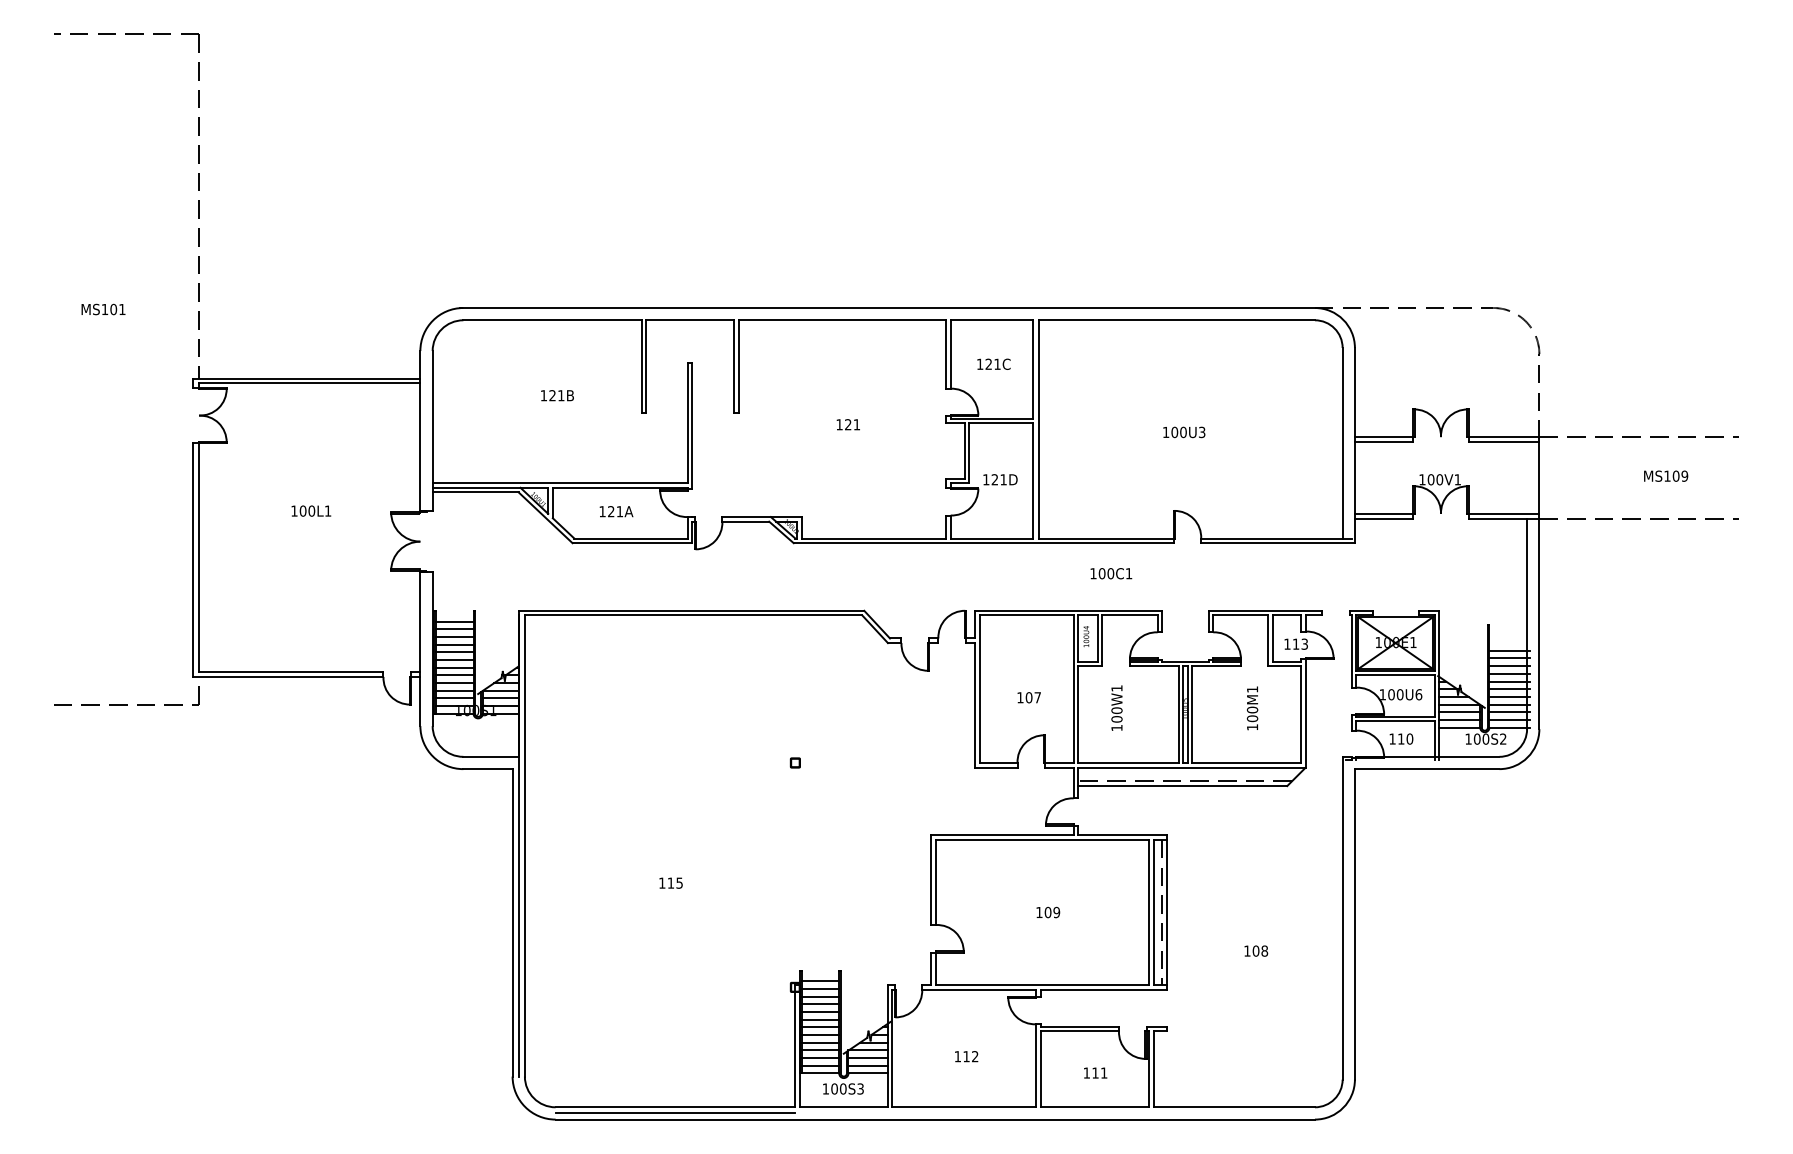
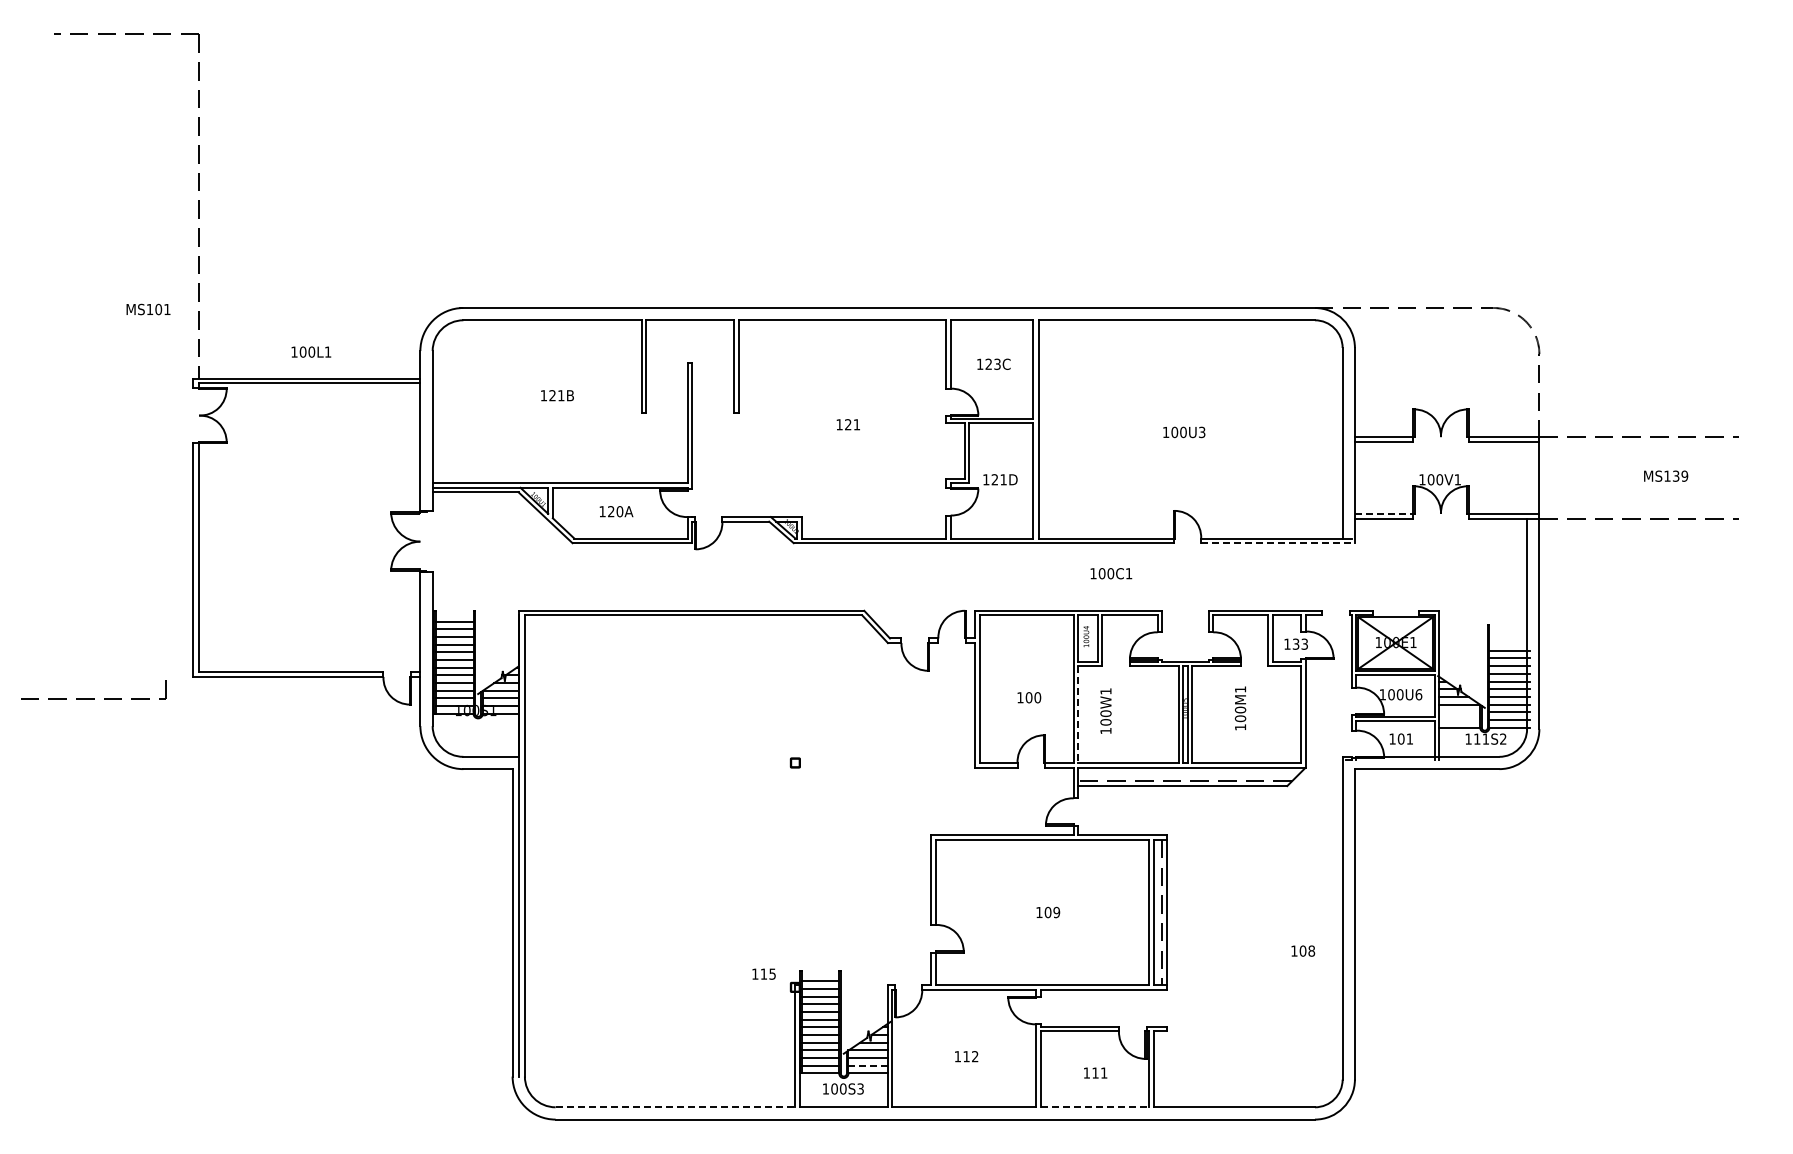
text at (103, 309) position: (103, 309) -> (148, 309)
text at (997, 363): 121C -> 123C
text at (1675, 475): MS109 -> MS139
text at (311, 510) position: (311, 510) -> (311, 351)
text at (619, 511): 121A -> 120A
line at (1384, 513): solid -> dashed
line at (1278, 543): solid -> dashed
text at (1295, 643): 113 -> 133
text at (1037, 697): 107 -> 100
part at (126, 704) position: (126, 704) -> (93, 698)
text at (1116, 707) position: (1116, 707) -> (1105, 710)
text at (1252, 708) position: (1252, 708) -> (1240, 708)
line at (1459, 712): present -> none
line at (1078, 715): solid -> dashed
line at (1459, 719): present -> none
text at (1405, 738): 110 -> 101
text at (1481, 738): 100S2 -> 111S2
text at (670, 882) position: (670, 882) -> (763, 973)
text at (1256, 950) position: (1256, 950) -> (1303, 950)
line at (868, 1065): solid -> dashed
line at (675, 1107): solid -> dashed
line at (1095, 1107): solid -> dashed
line at (675, 1113): present -> none
